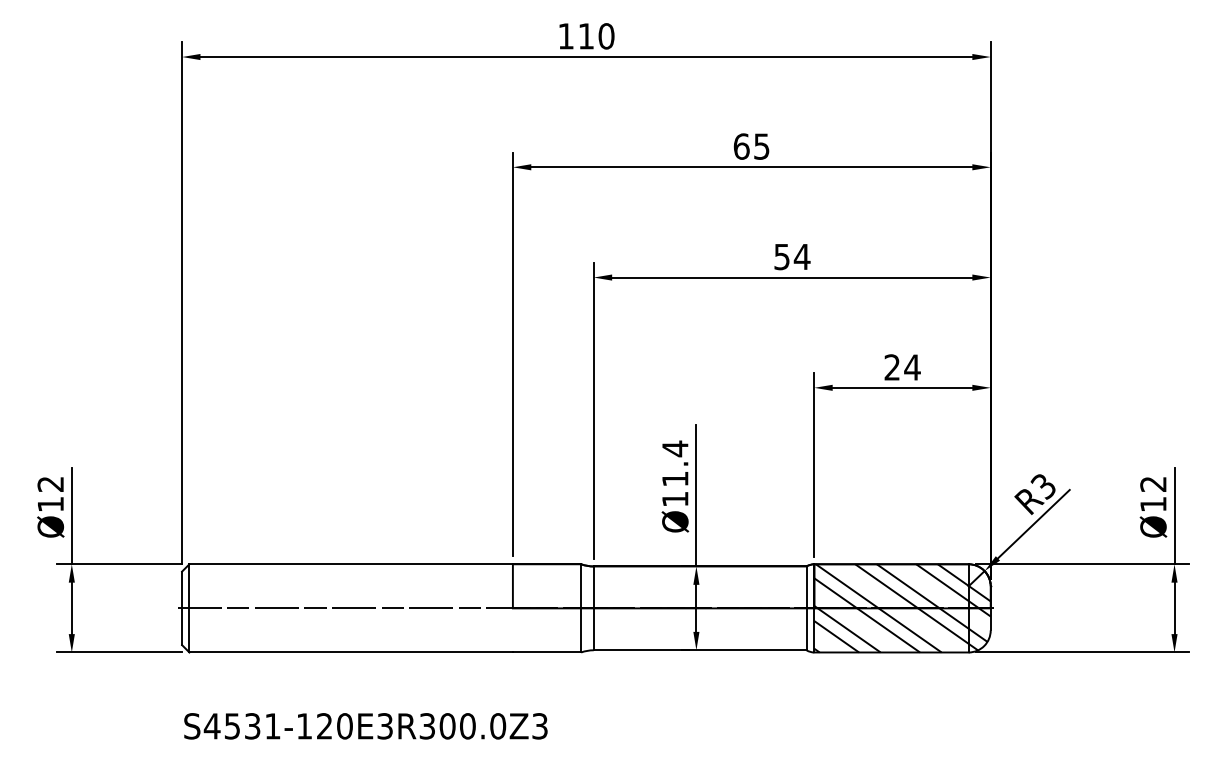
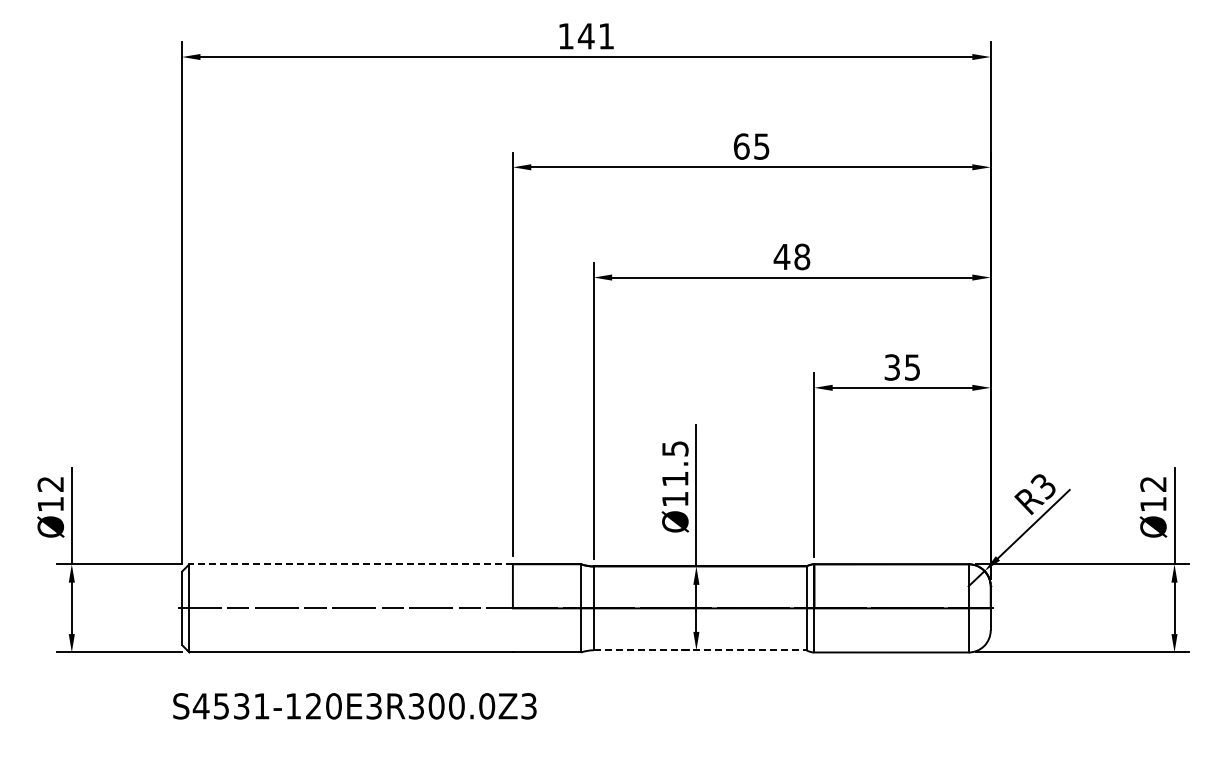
text at (595, 36): 110 -> 141
text at (791, 256): 54 -> 48
text at (902, 367): 24 -> 35
text at (675, 448): Ø11.4 -> Ø11.5
line at (351, 564): solid -> dashed
hatch at (902, 608): present -> none
line at (700, 650): solid -> dashed
text at (365, 726) position: (365, 726) -> (354, 706)
